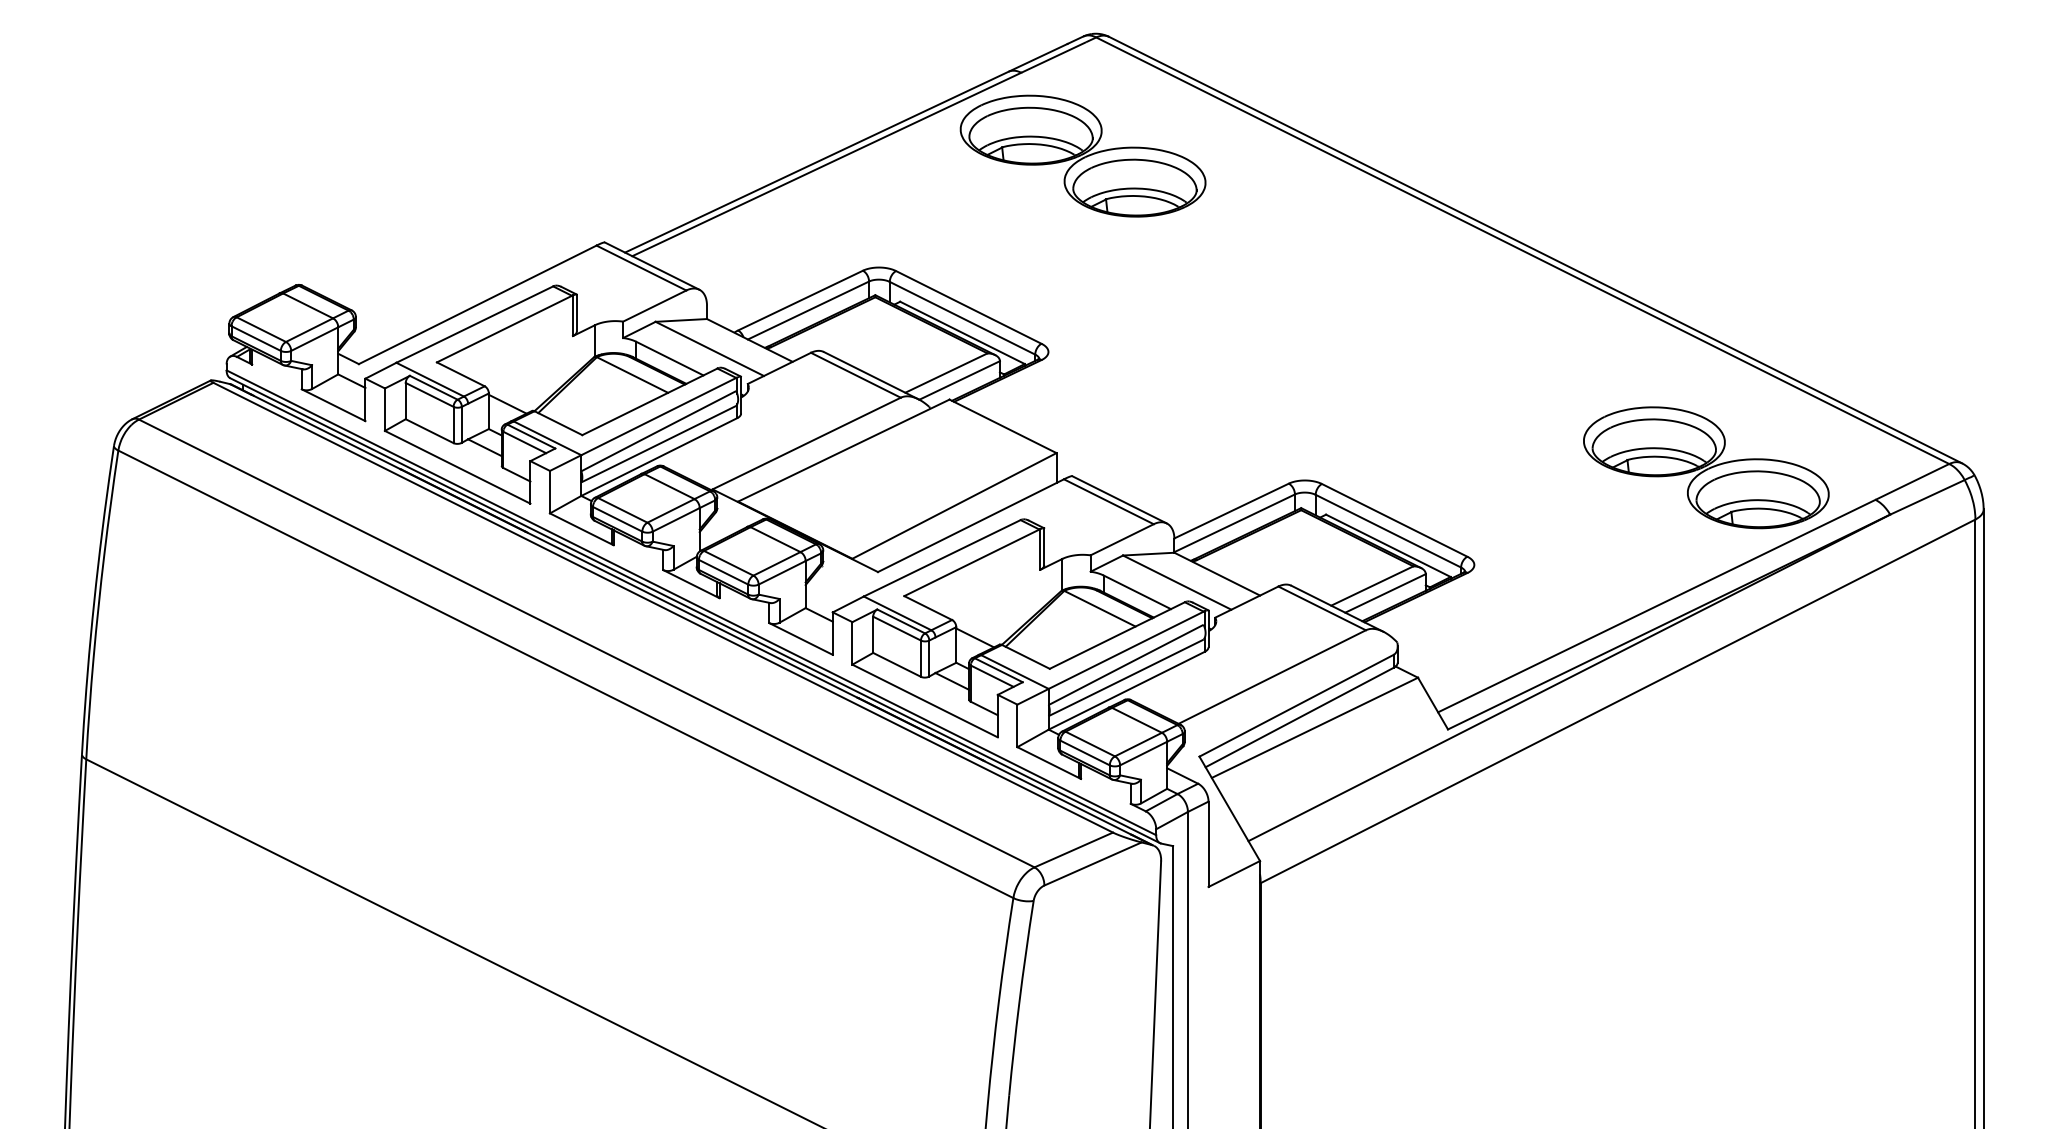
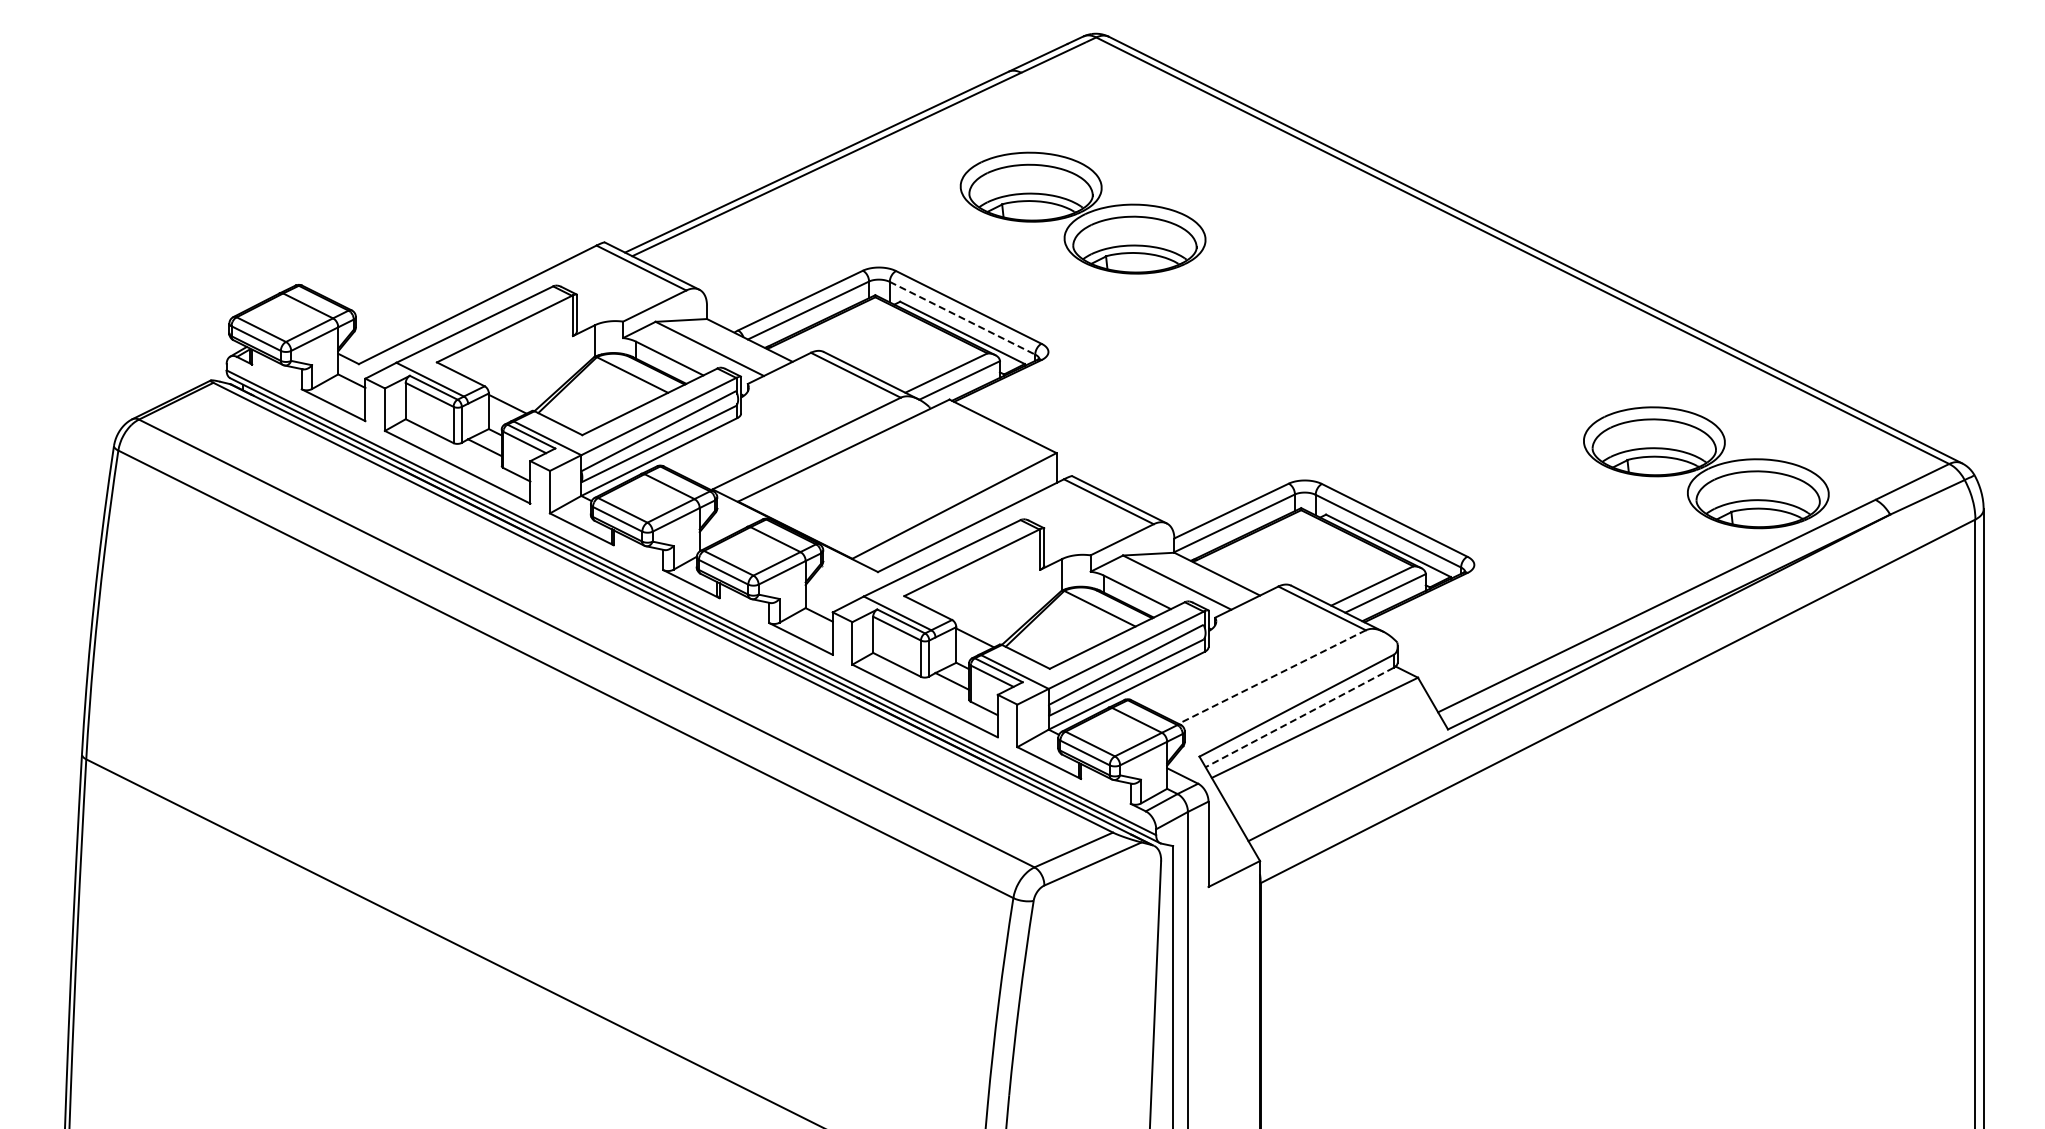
part at (1082, 155) position: (1082, 155) -> (1082, 212)
line at (962, 318): solid -> dashed
line at (1272, 677): solid -> dashed
line at (1299, 717): solid -> dashed
